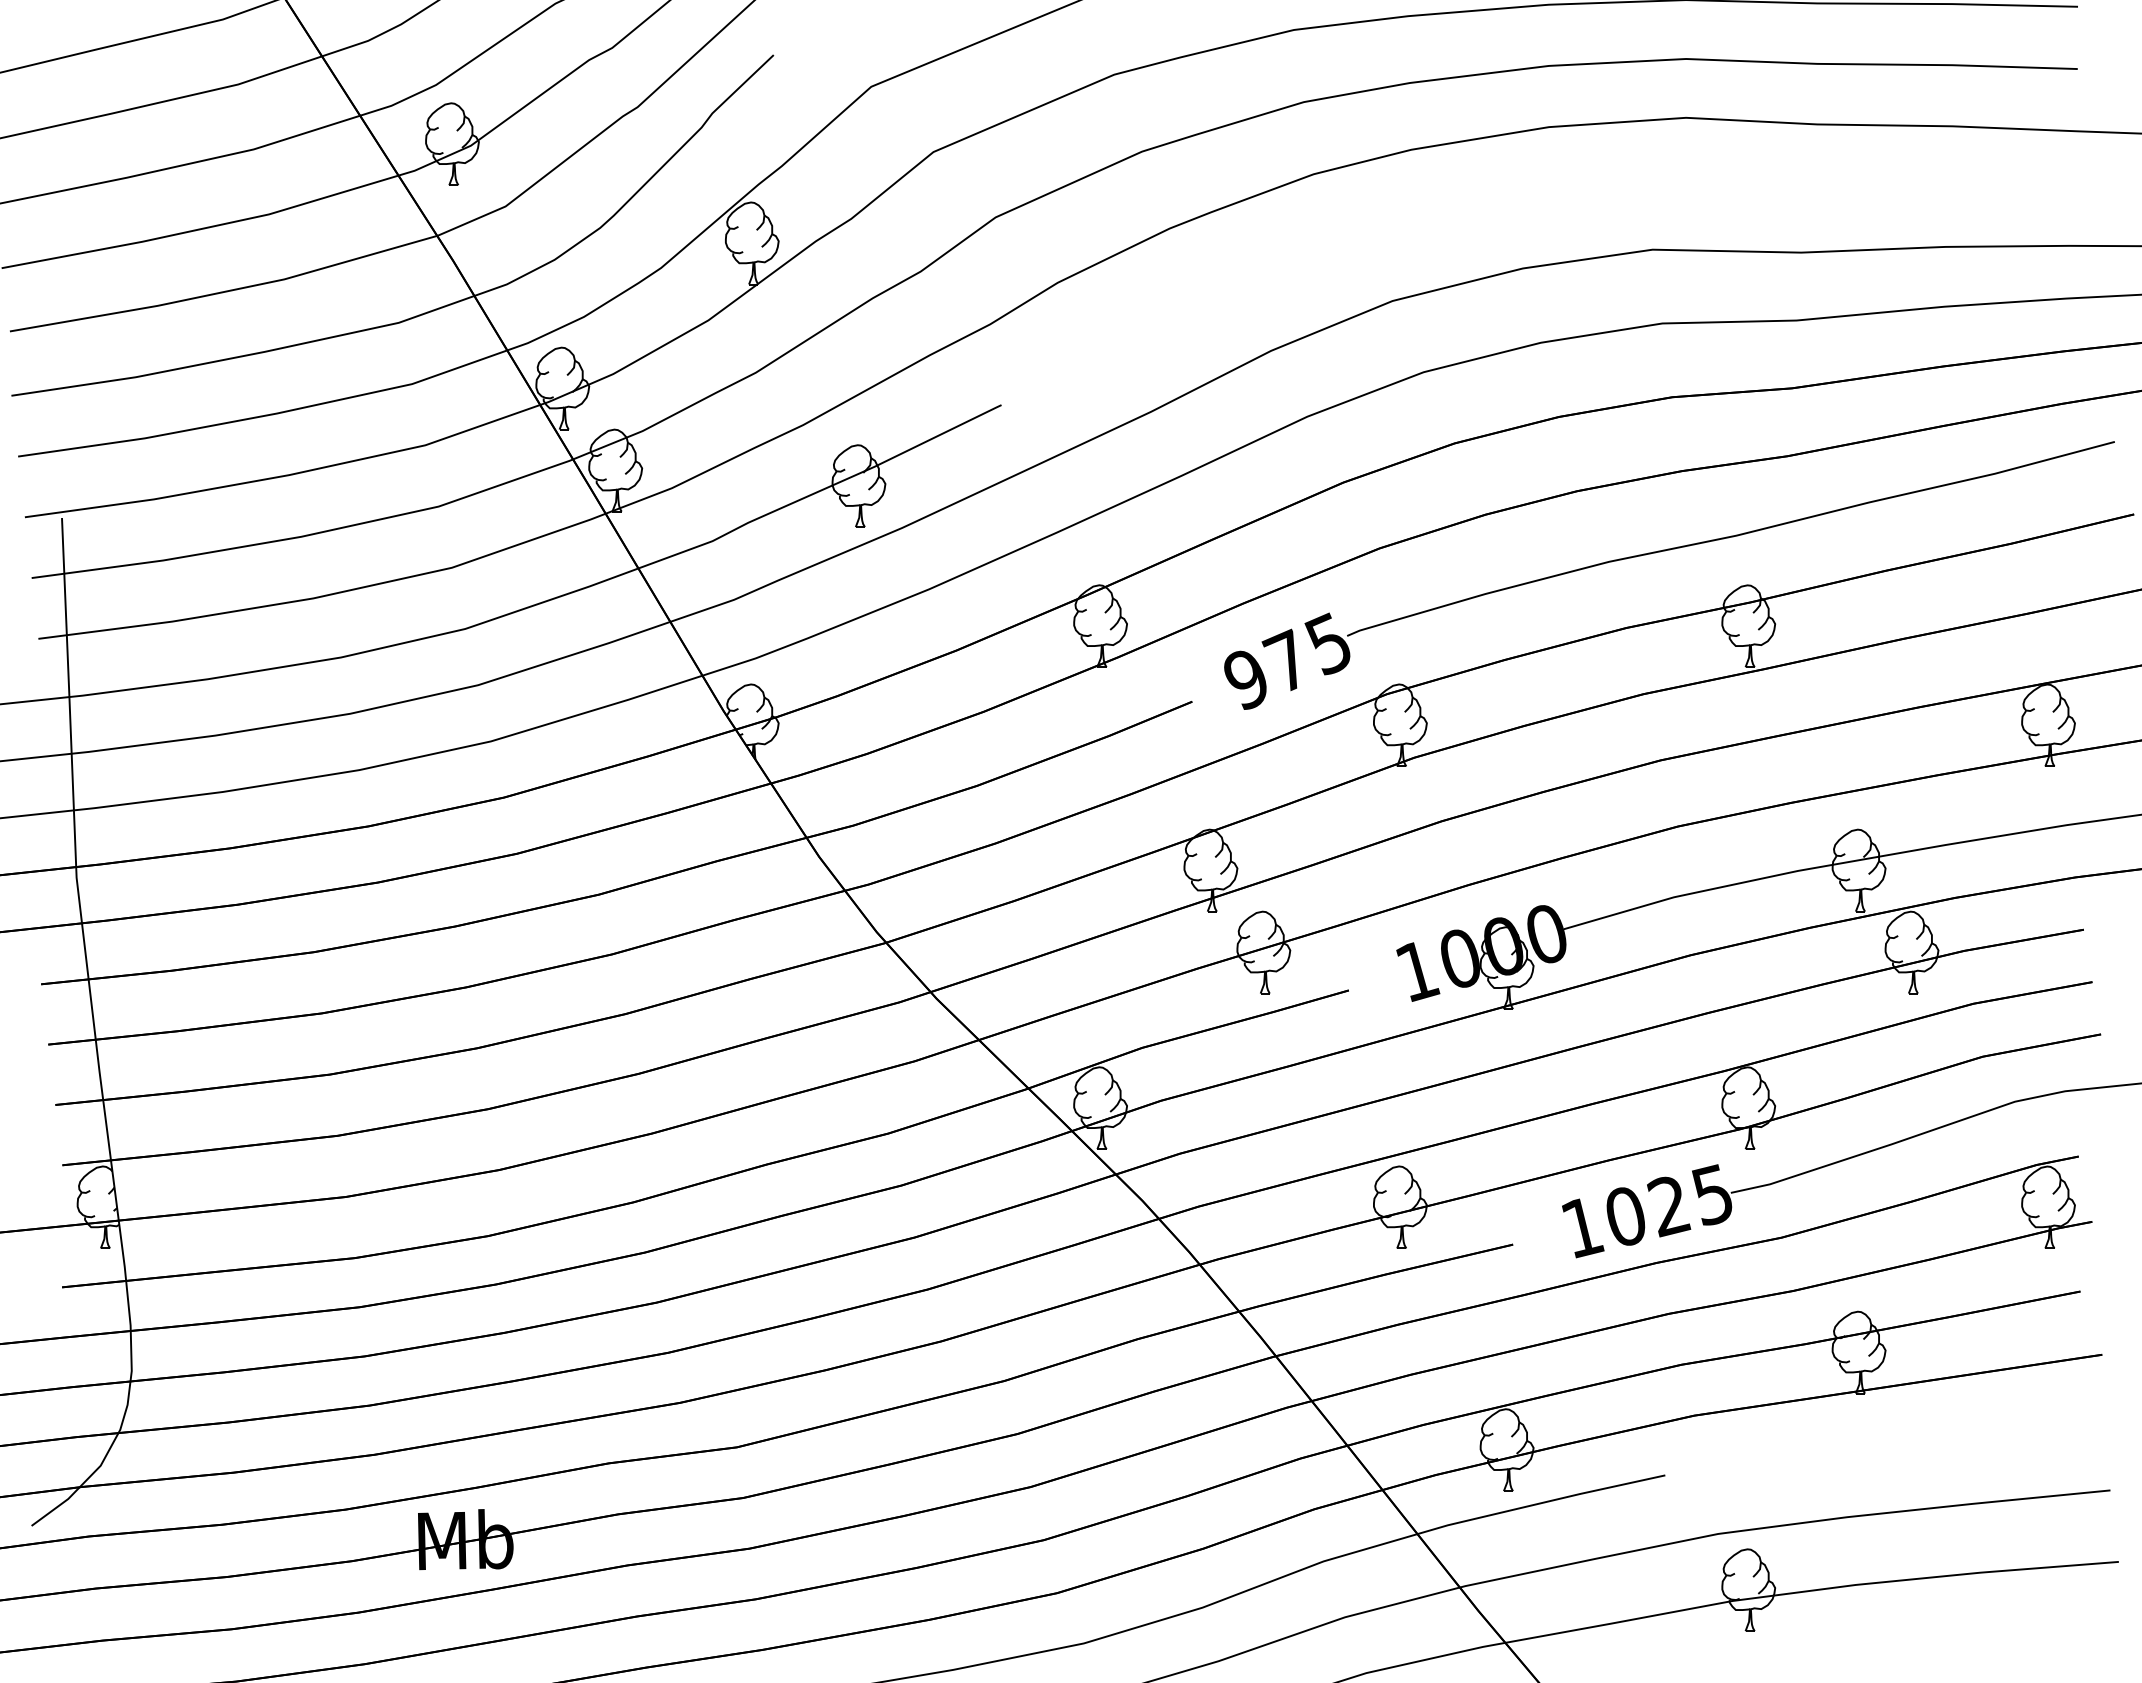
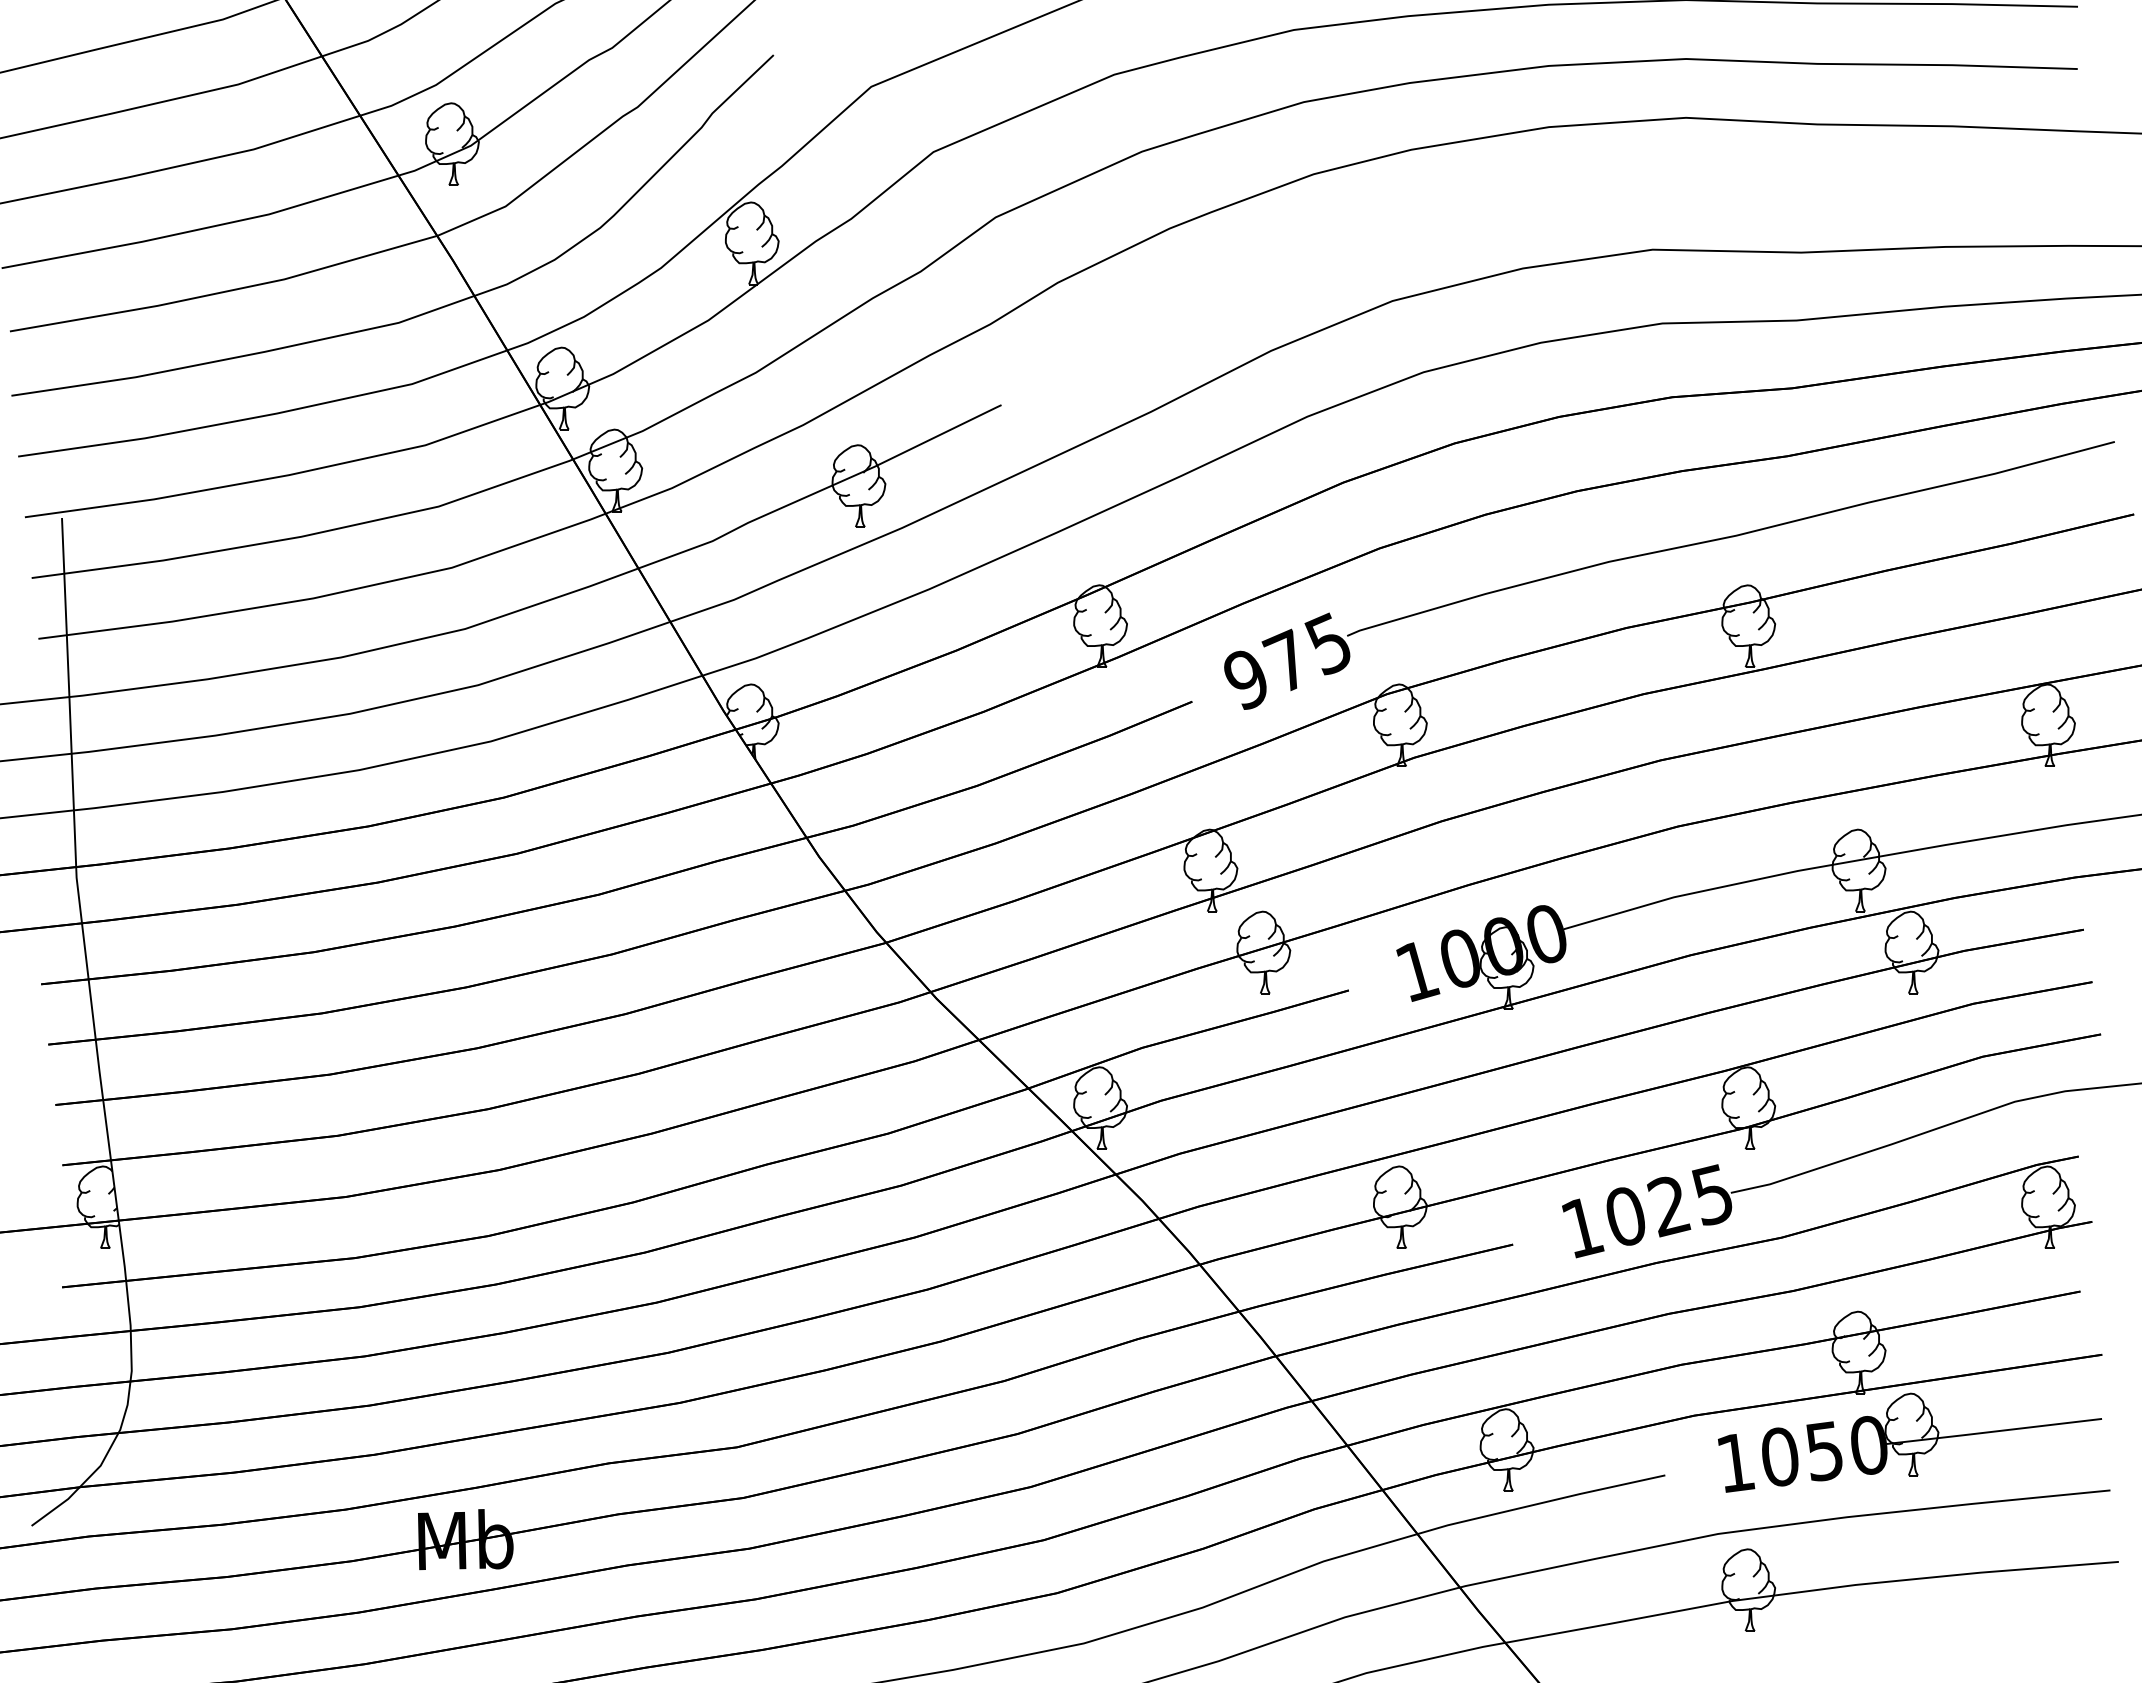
part at (1909, 1442): none -> present
